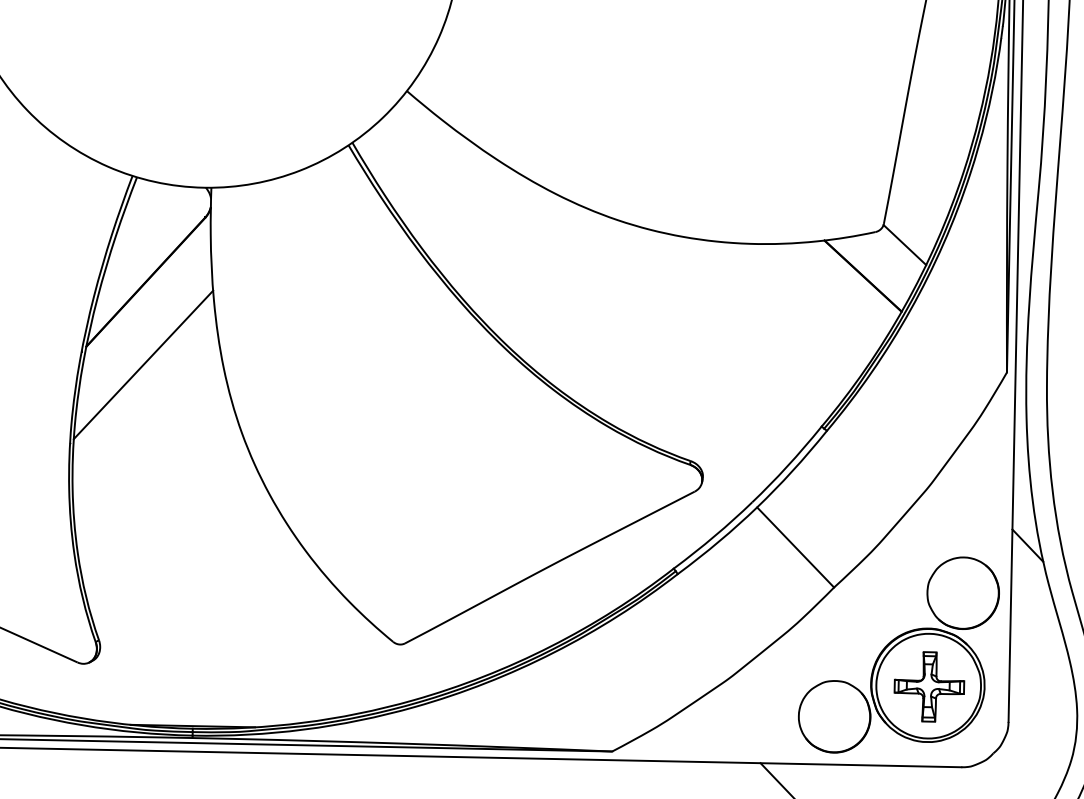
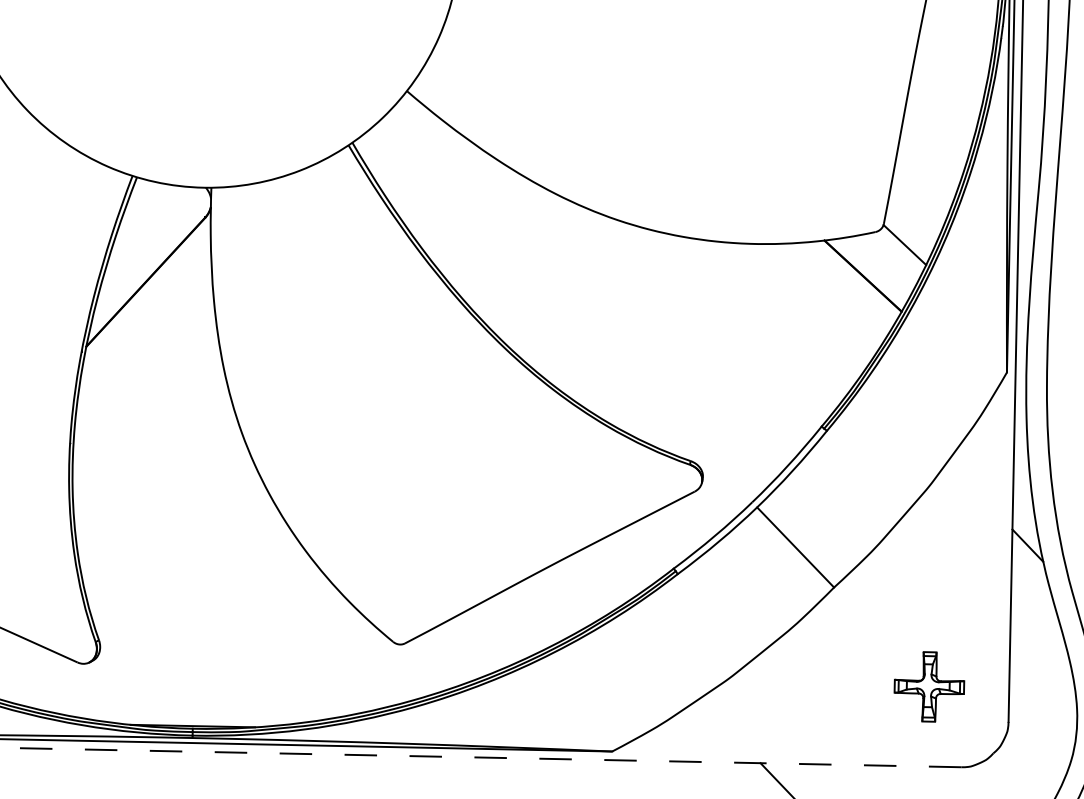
line at (143, 364): present -> none
part at (898, 654): present -> none
line at (480, 757): solid -> dashed
